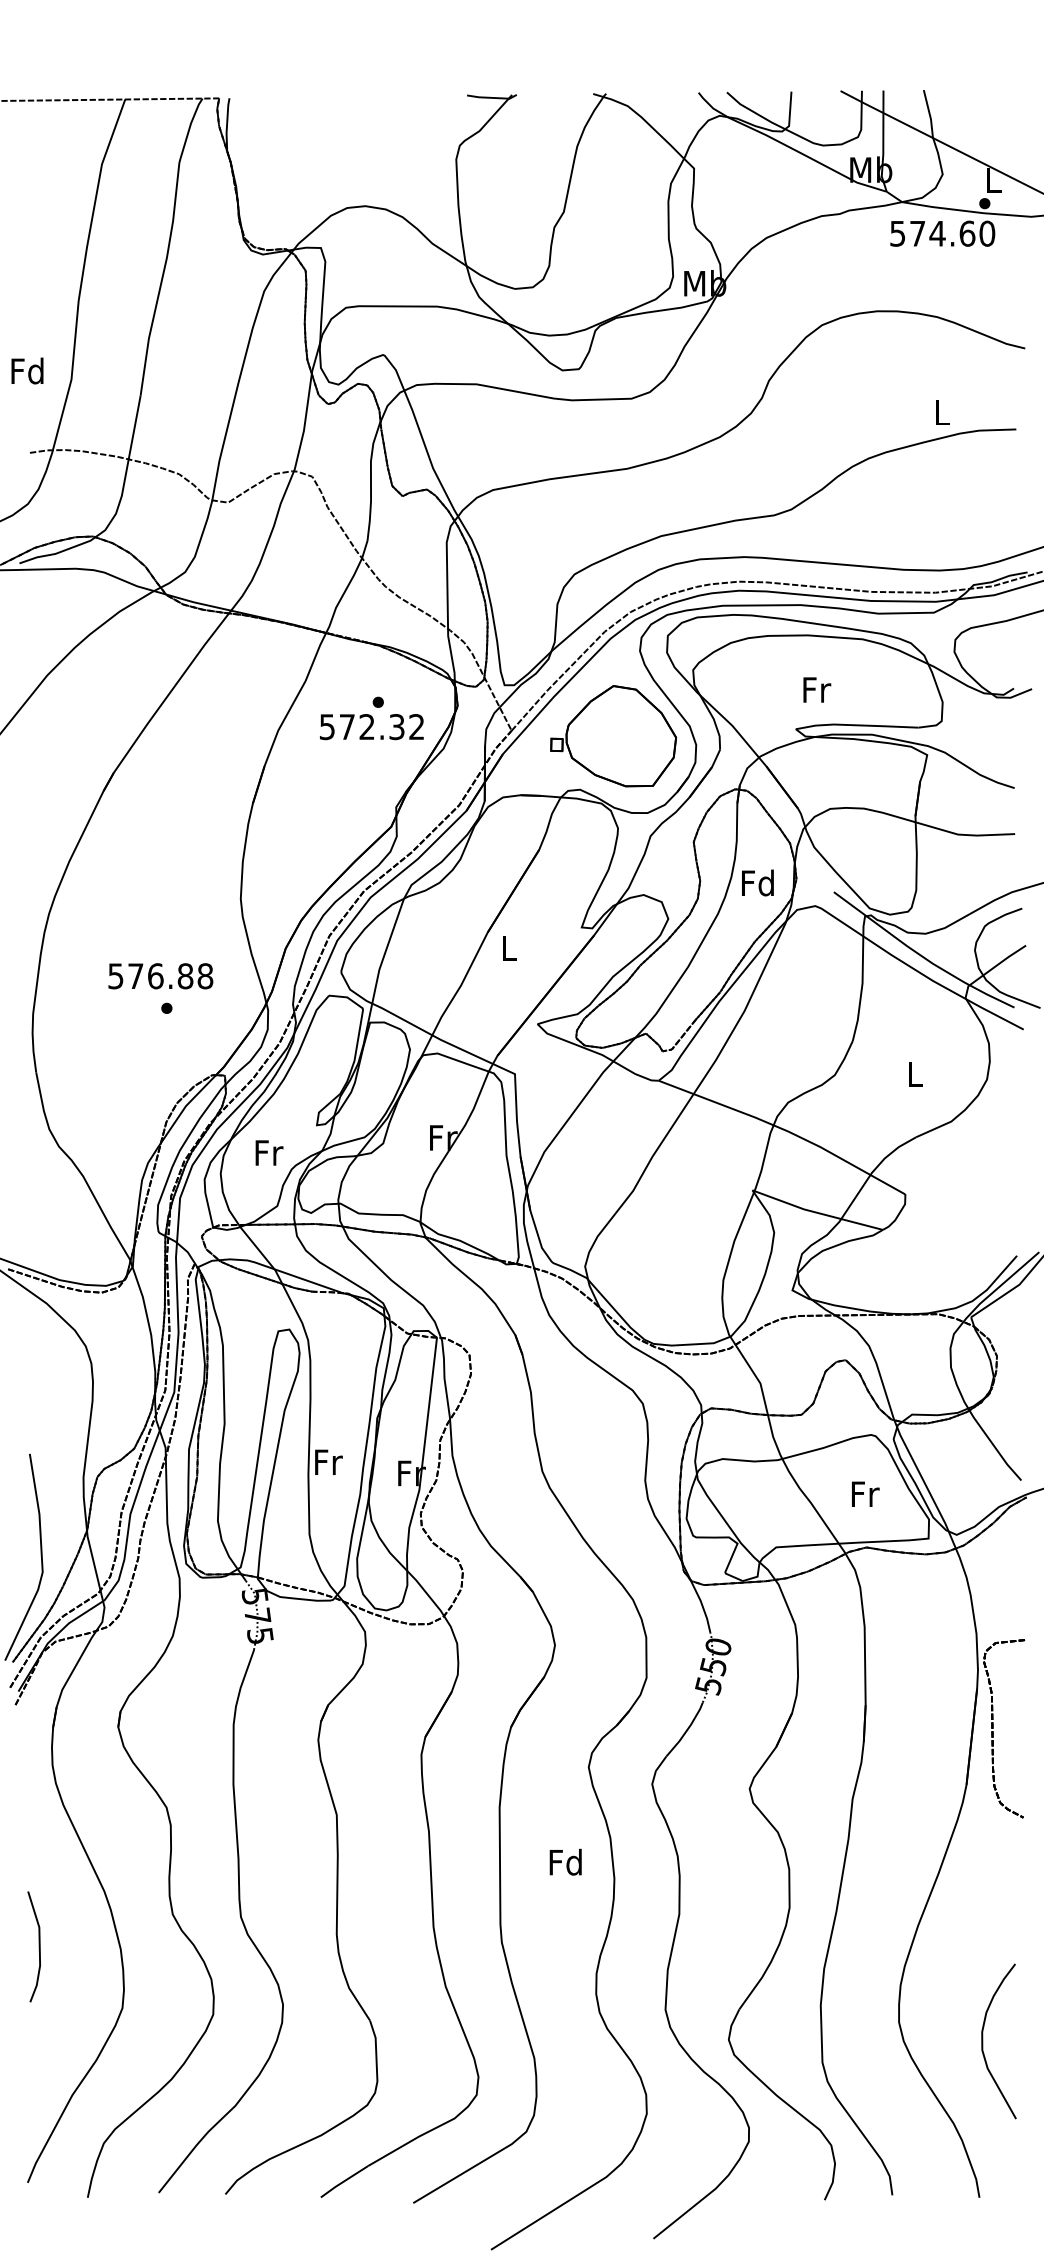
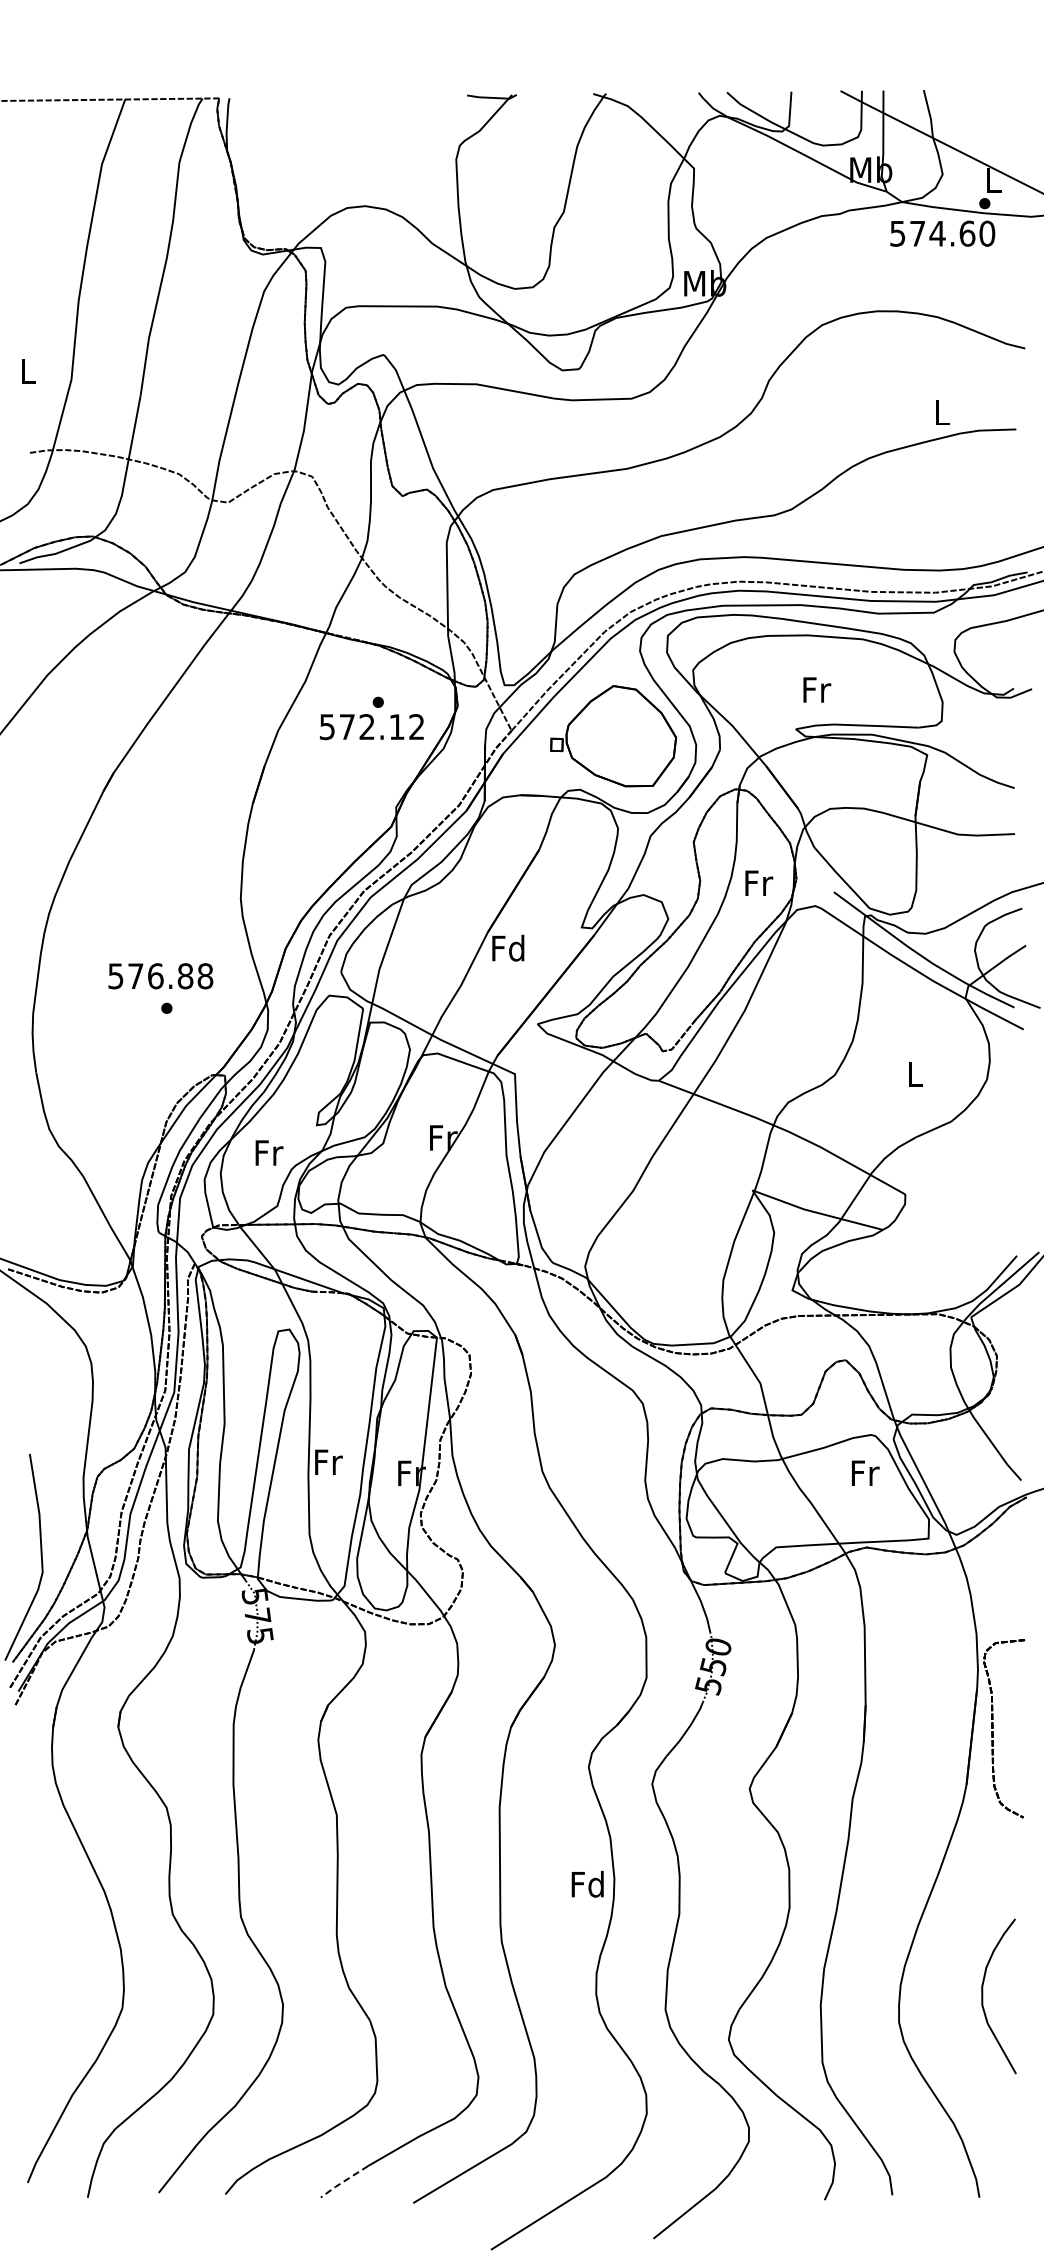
text at (27, 370): Fd -> L
text at (396, 727): 572.32 -> 572.12
text at (757, 882): Fd -> Fr
text at (508, 947): L -> Fd
text at (865, 1493) position: (865, 1493) -> (865, 1472)
text at (565, 1861) position: (565, 1861) -> (587, 1883)
line at (38, 1946): present -> none
curve at (983, 2041) position: (983, 2041) -> (983, 1996)
line at (343, 2182): solid -> dashed
